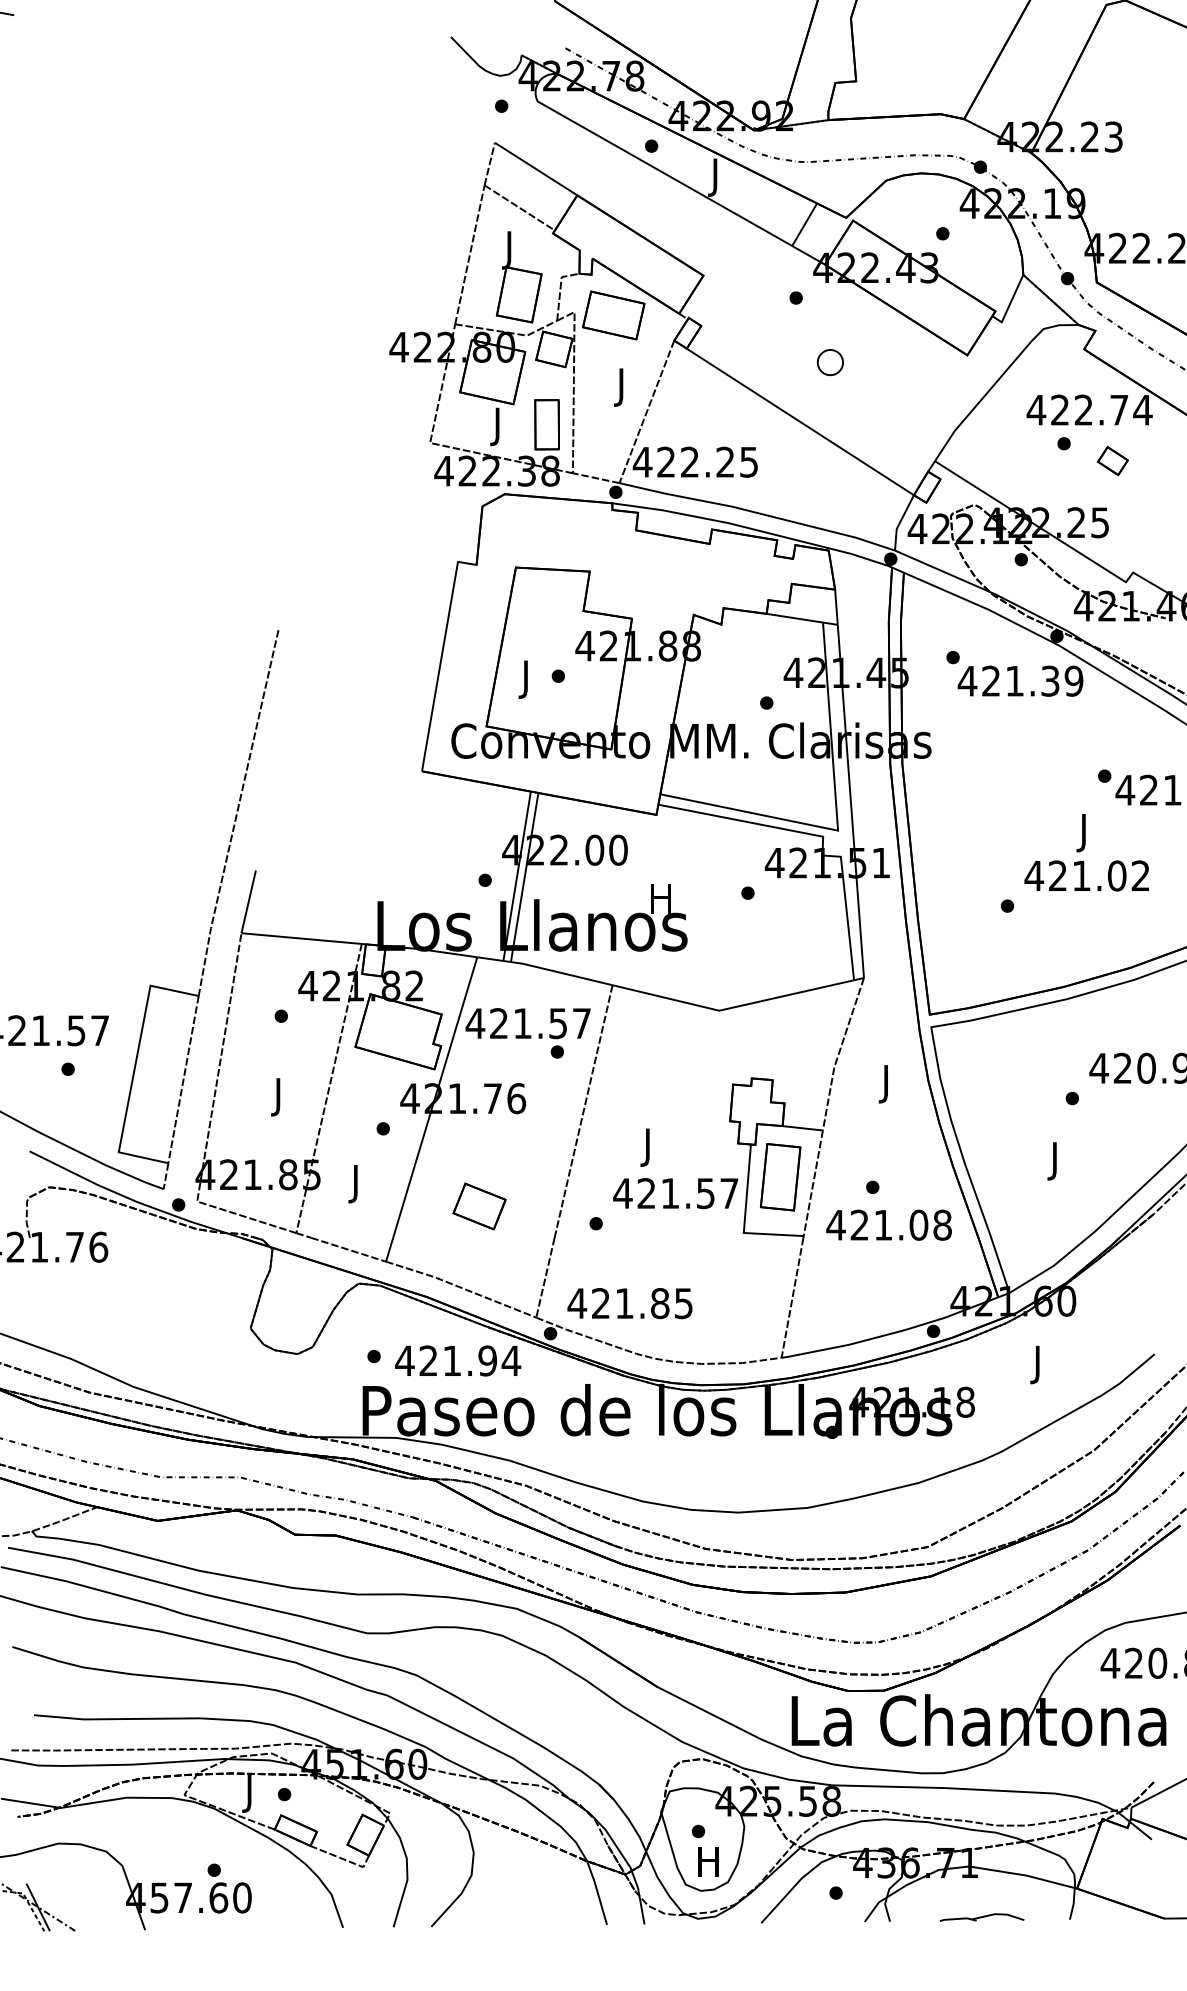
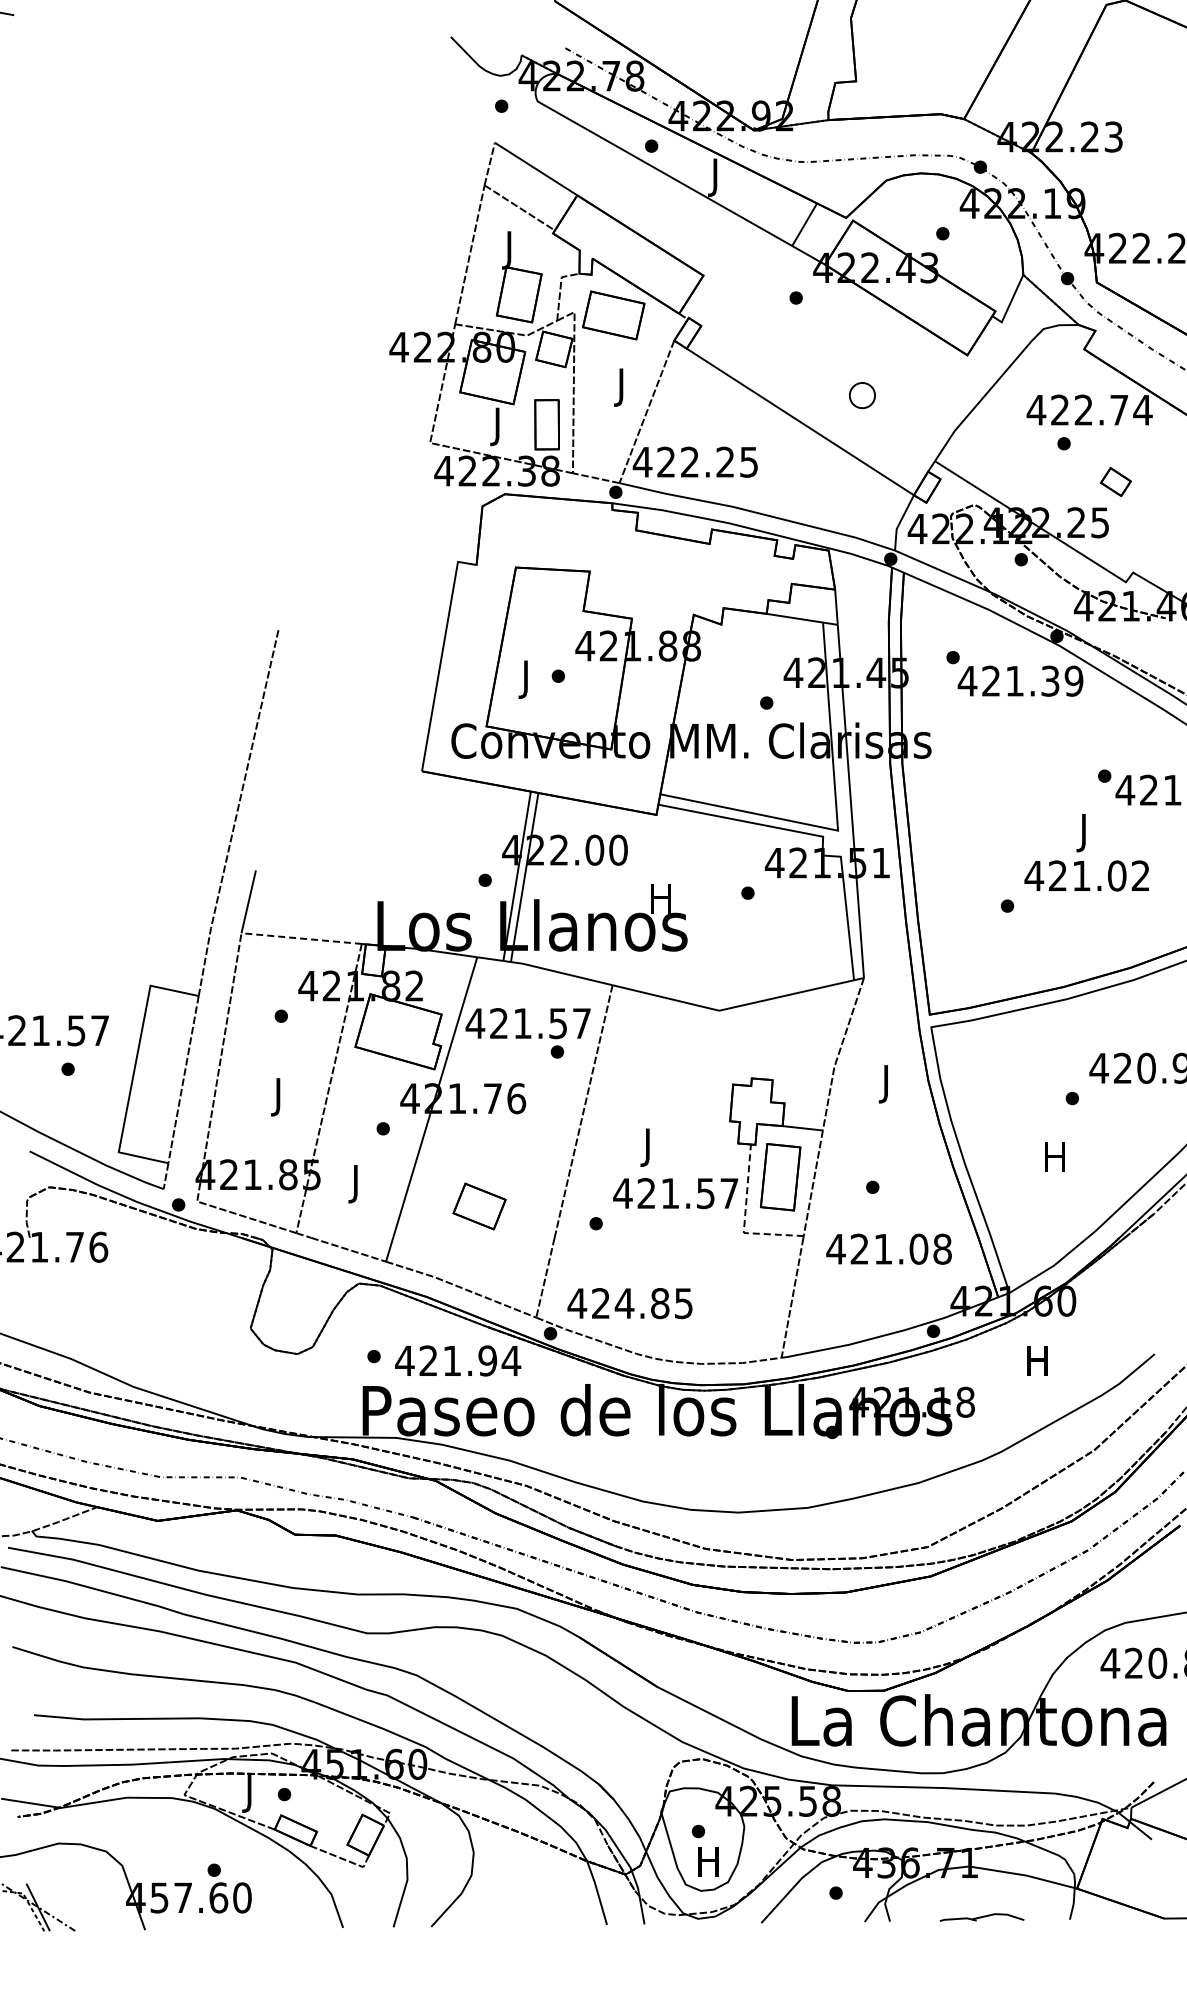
part at (830, 362) position: (830, 362) -> (862, 395)
part at (1112, 461) position: (1112, 461) -> (1115, 482)
line at (301, 938): solid -> dashed
text at (1054, 1161): J -> H
line at (744, 1219): solid -> dashed
text at (888, 1224) position: (888, 1224) -> (888, 1248)
text at (624, 1303): 421.85 -> 424.85
text at (1037, 1364): J -> H
